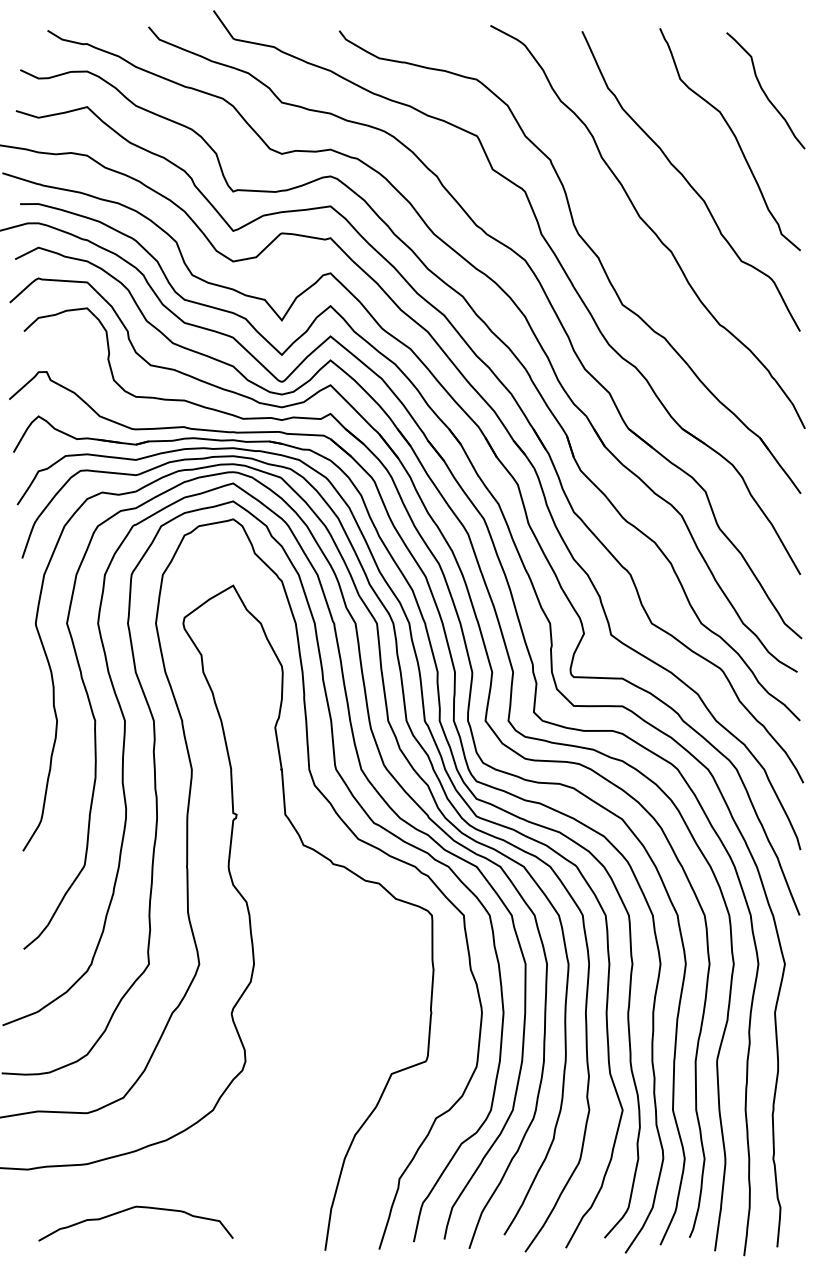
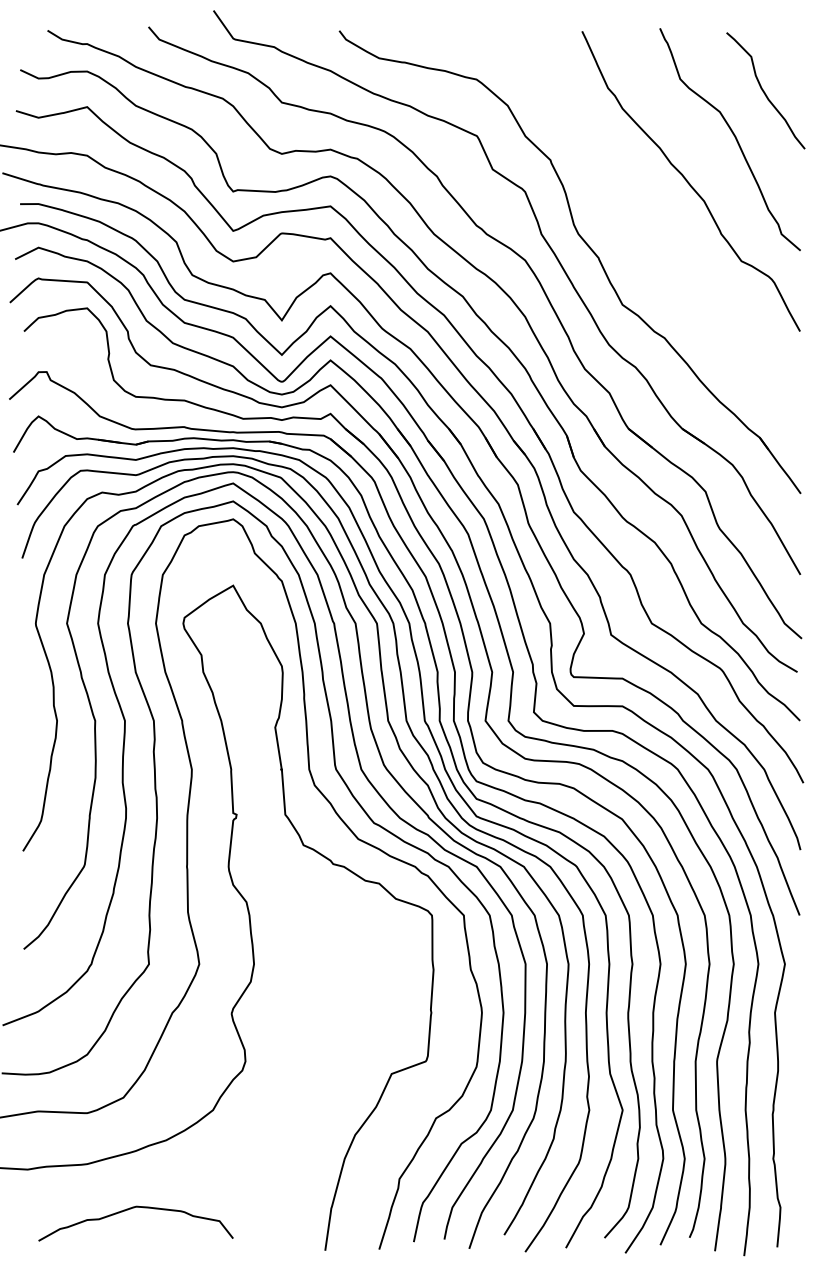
curve at (647, 226): present -> none
